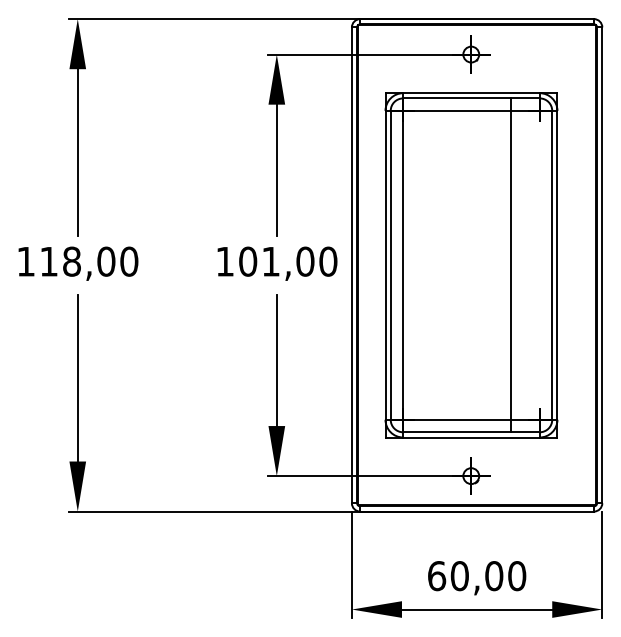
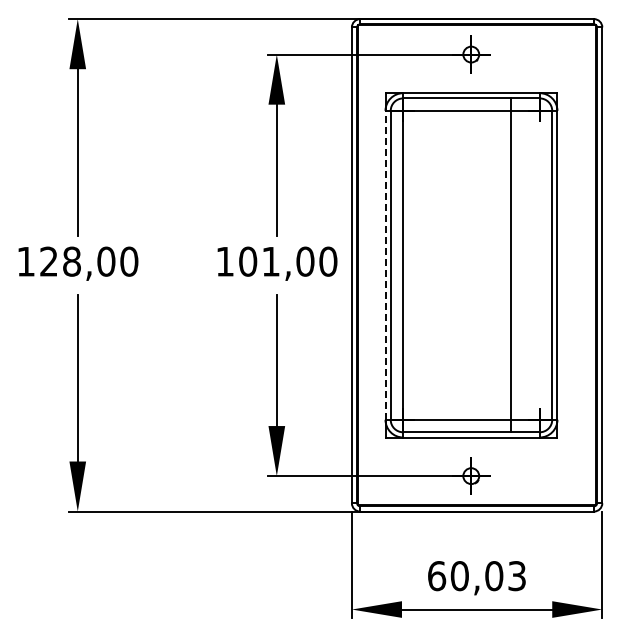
text at (48, 261): 118,00 -> 128,00
line at (385, 264): solid -> dashed
text at (517, 576): 60,00 -> 60,03
